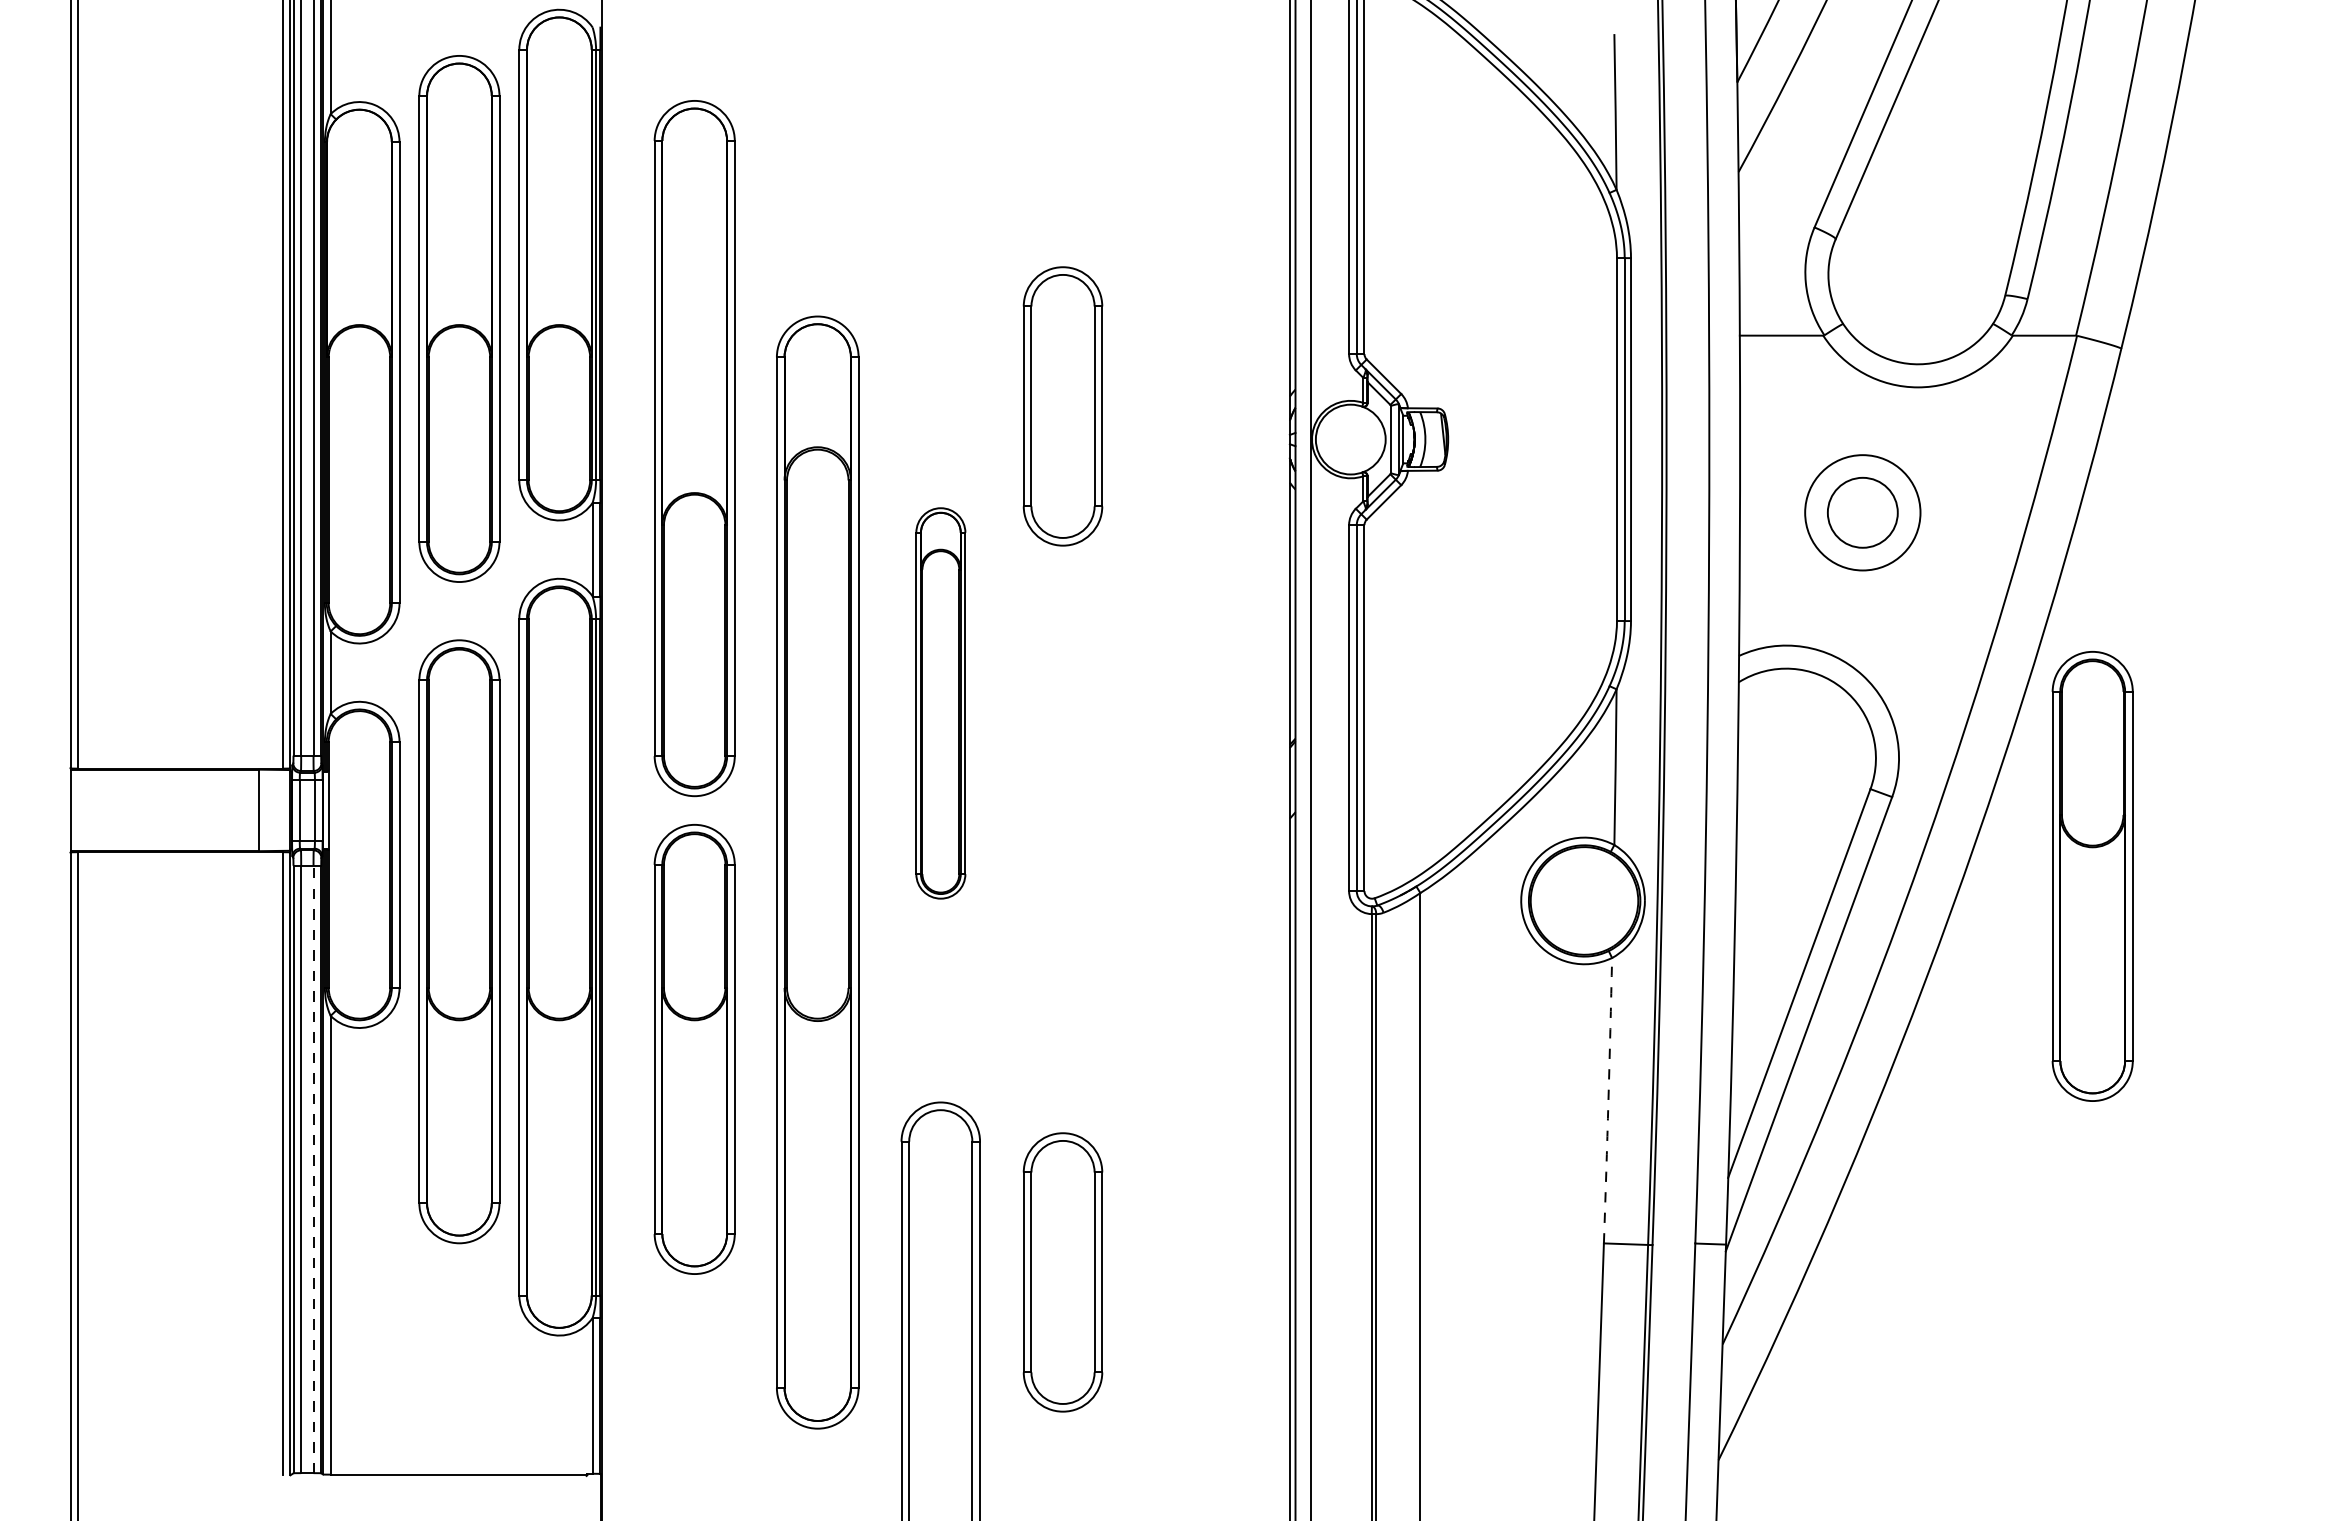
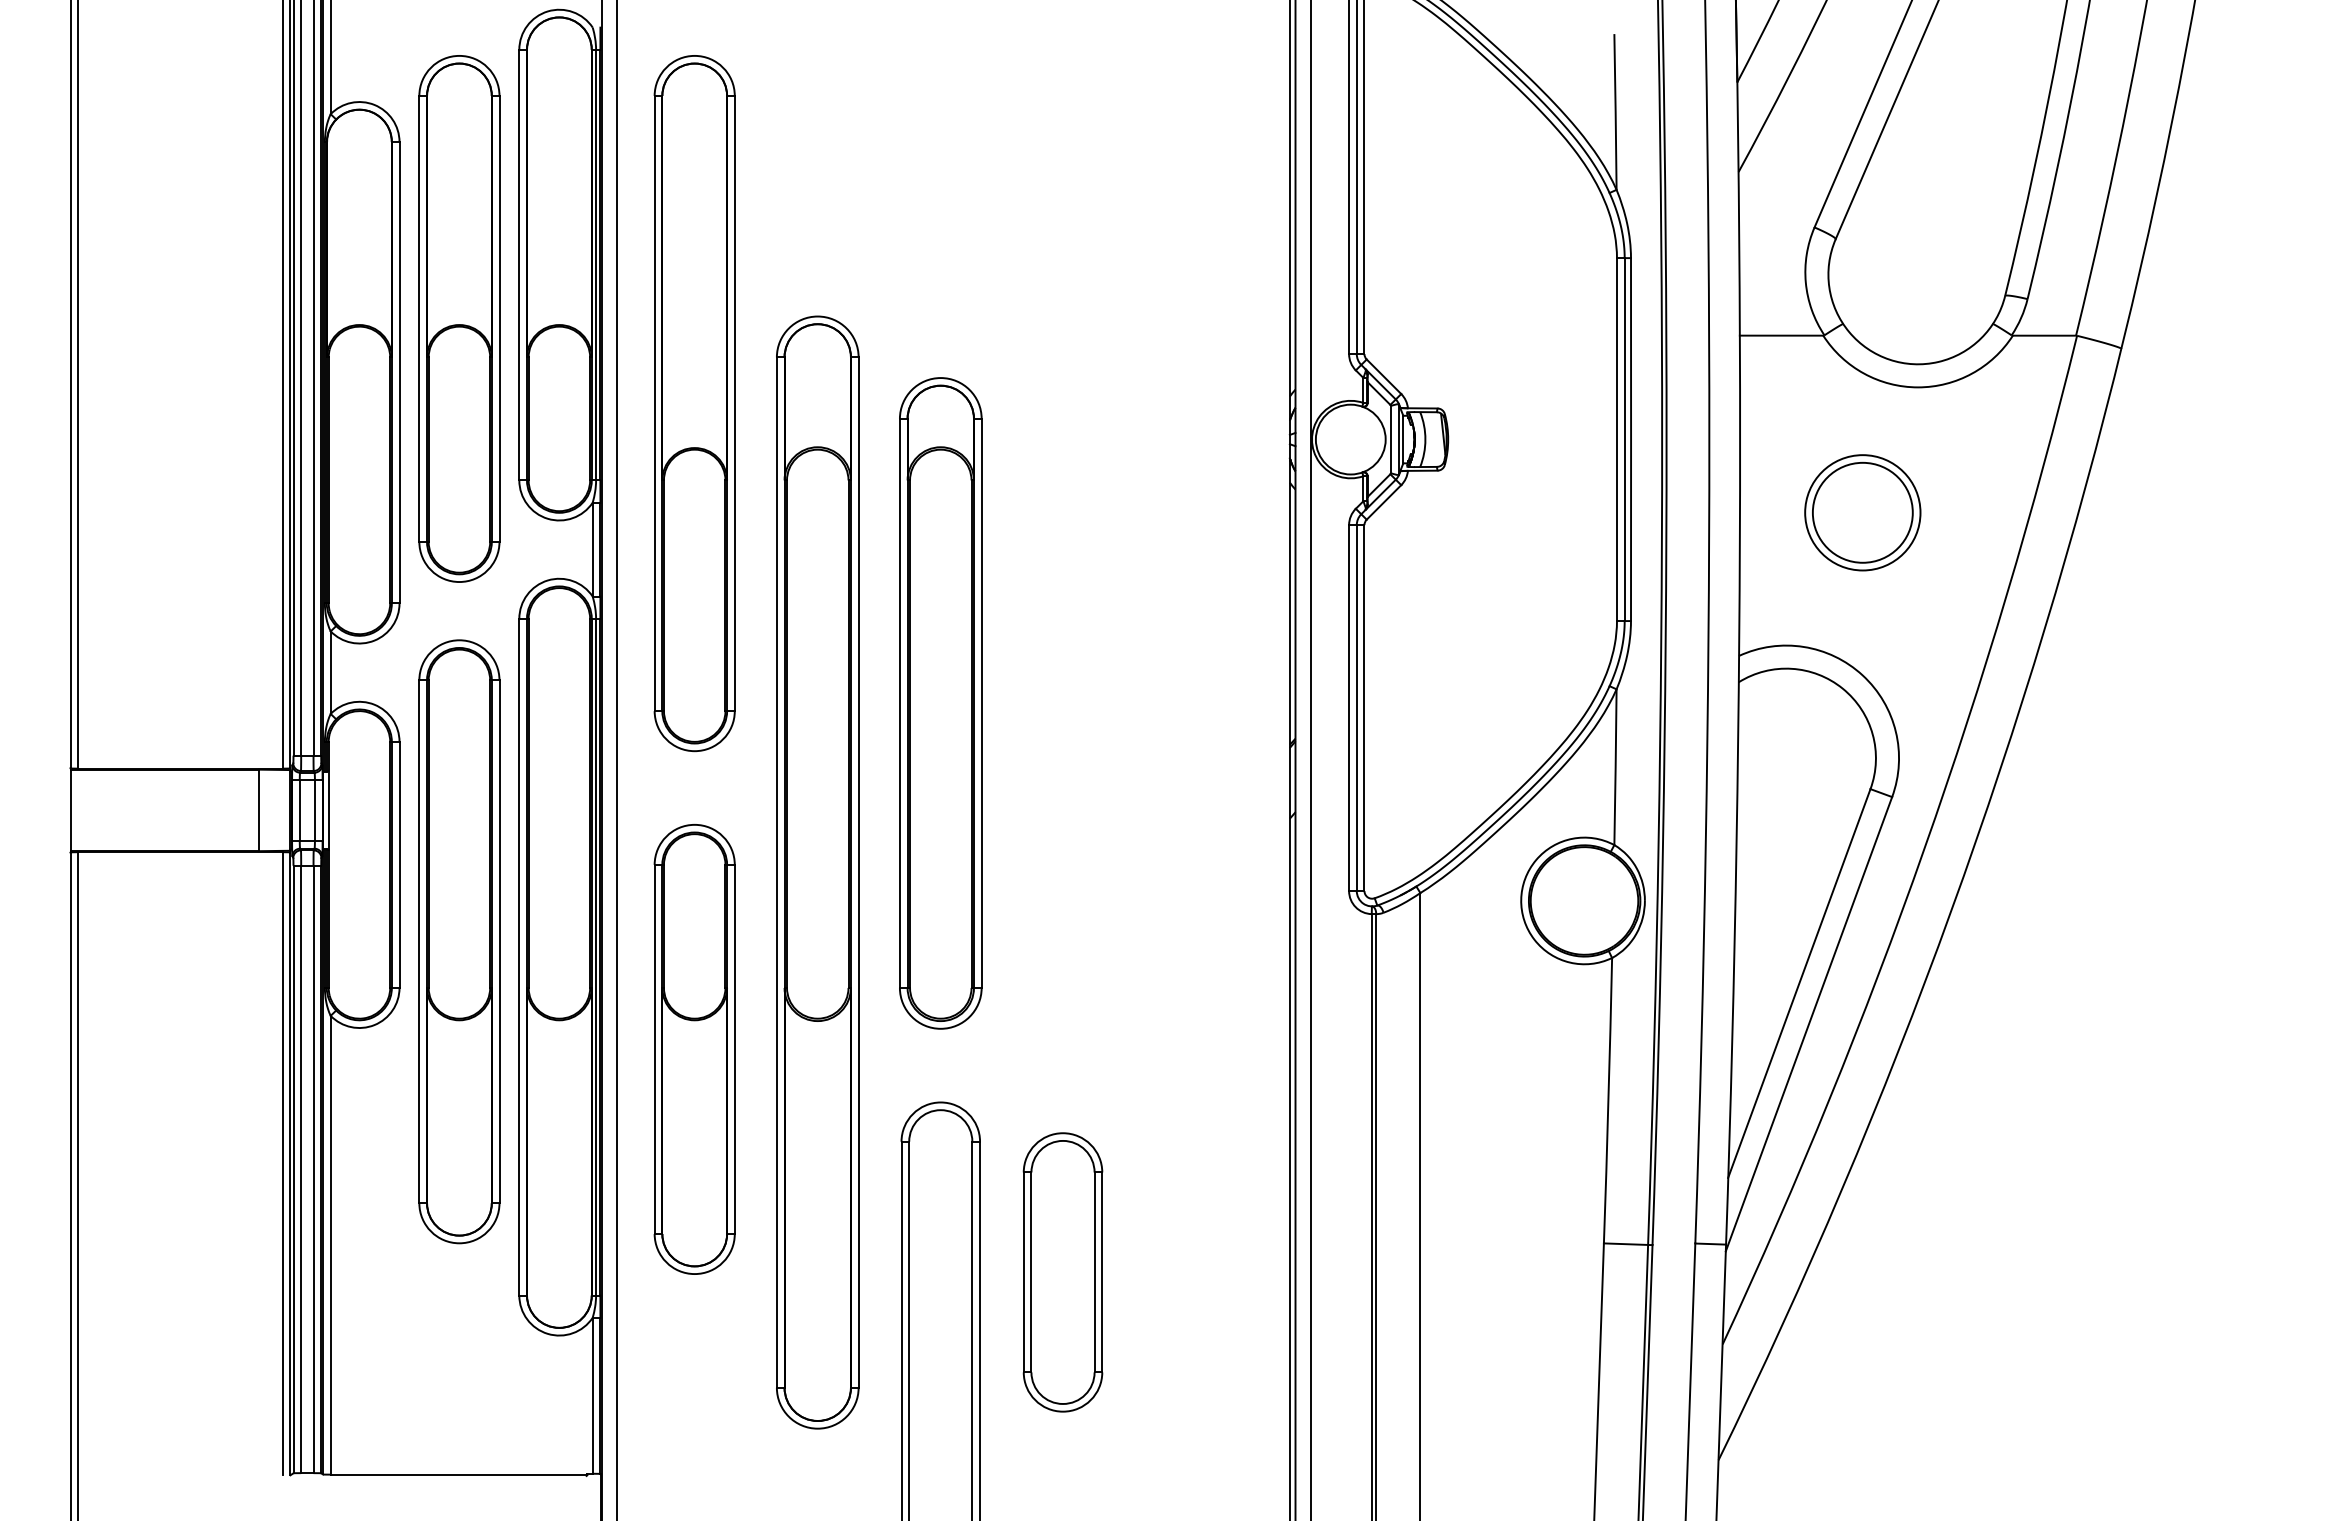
part at (1062, 406): present -> none
part at (694, 448) position: (694, 448) -> (694, 403)
circle at (1862, 512) diameter: 70 px -> 100 px
part at (940, 703) size: 52x393 px -> 84x653 px
line at (617, 759): none -> present
part at (2092, 876): present -> none
arc at (1608, 1100): dashed -> solid
line at (313, 1169): dashed -> solid
